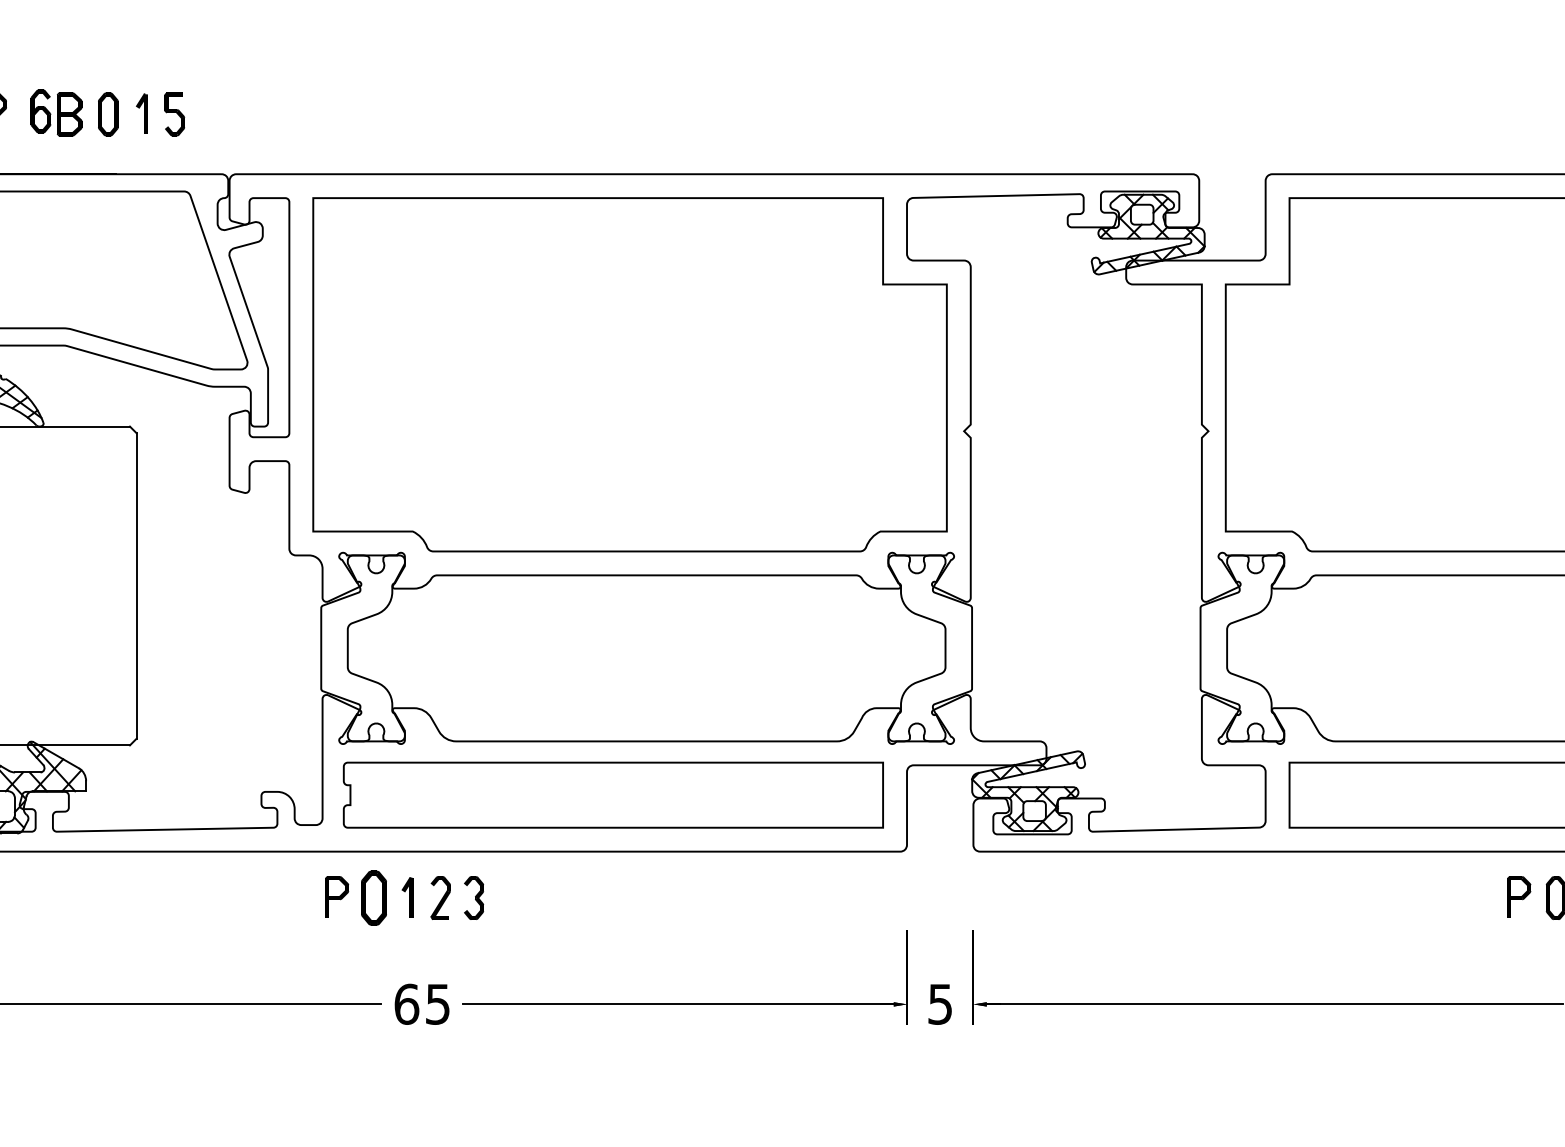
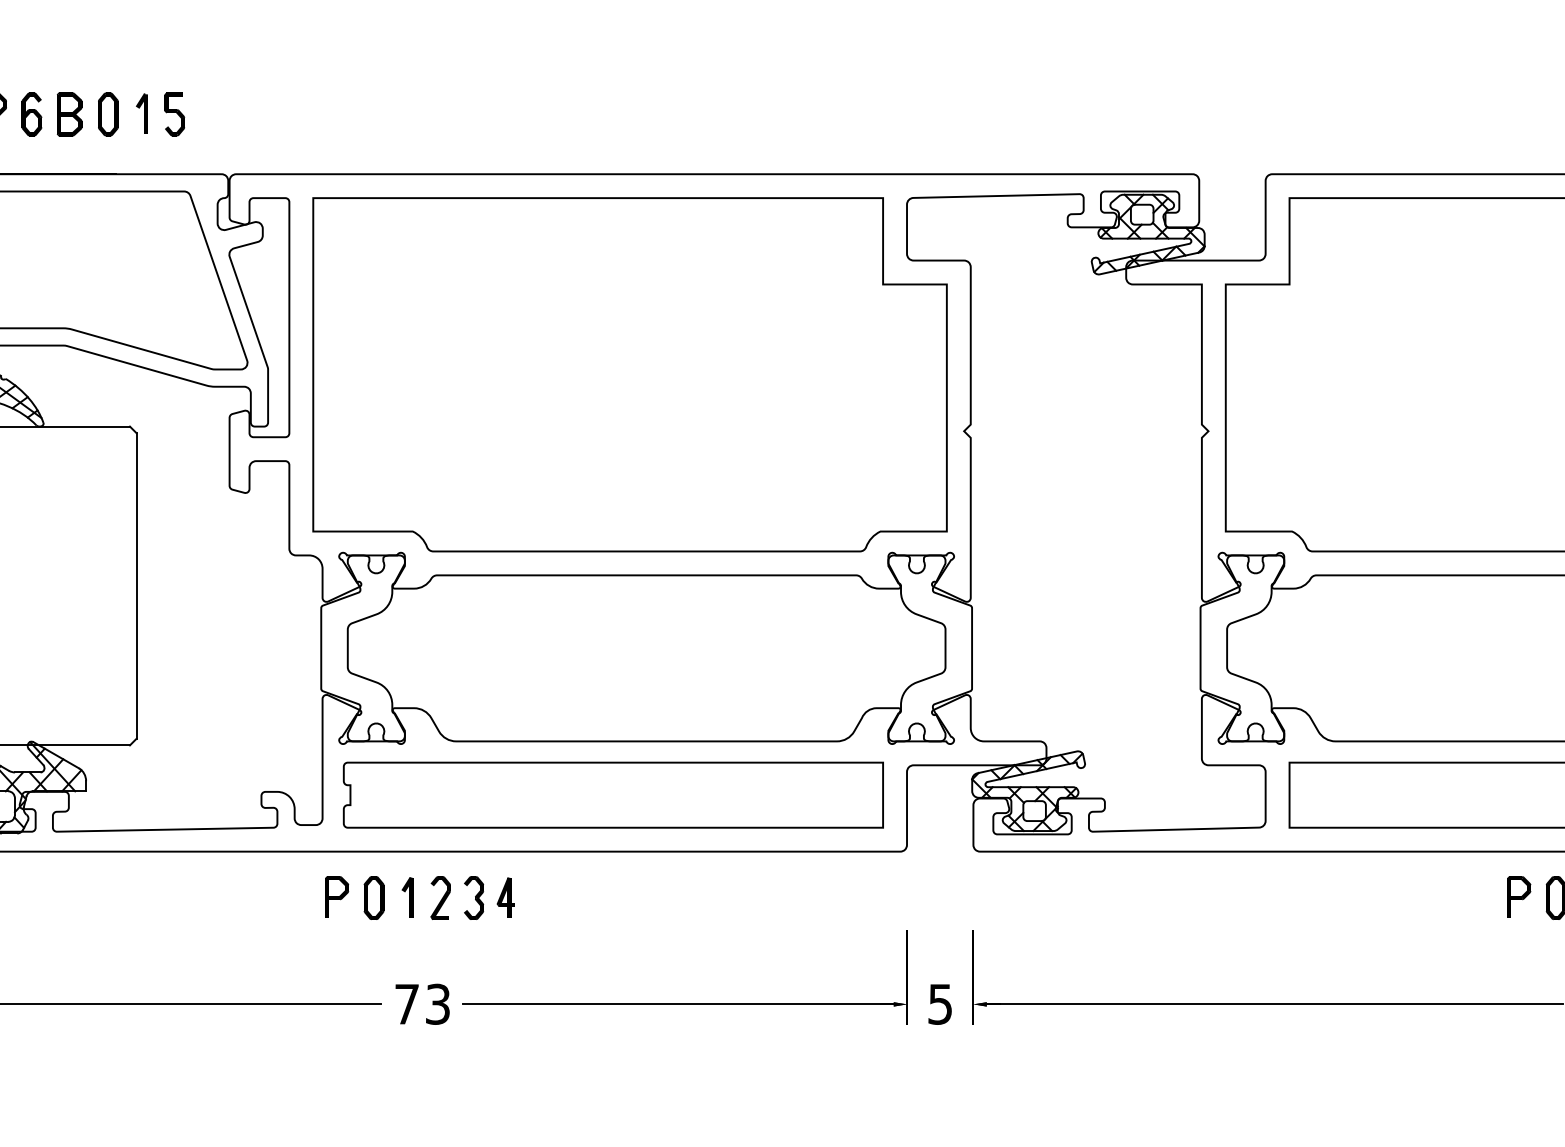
part at (40, 111) position: (40, 111) -> (31, 114)
part at (373, 897) size: 26x56 px -> 22x44 px
part at (505, 897): none -> present
text at (421, 1003): 65 -> 73
